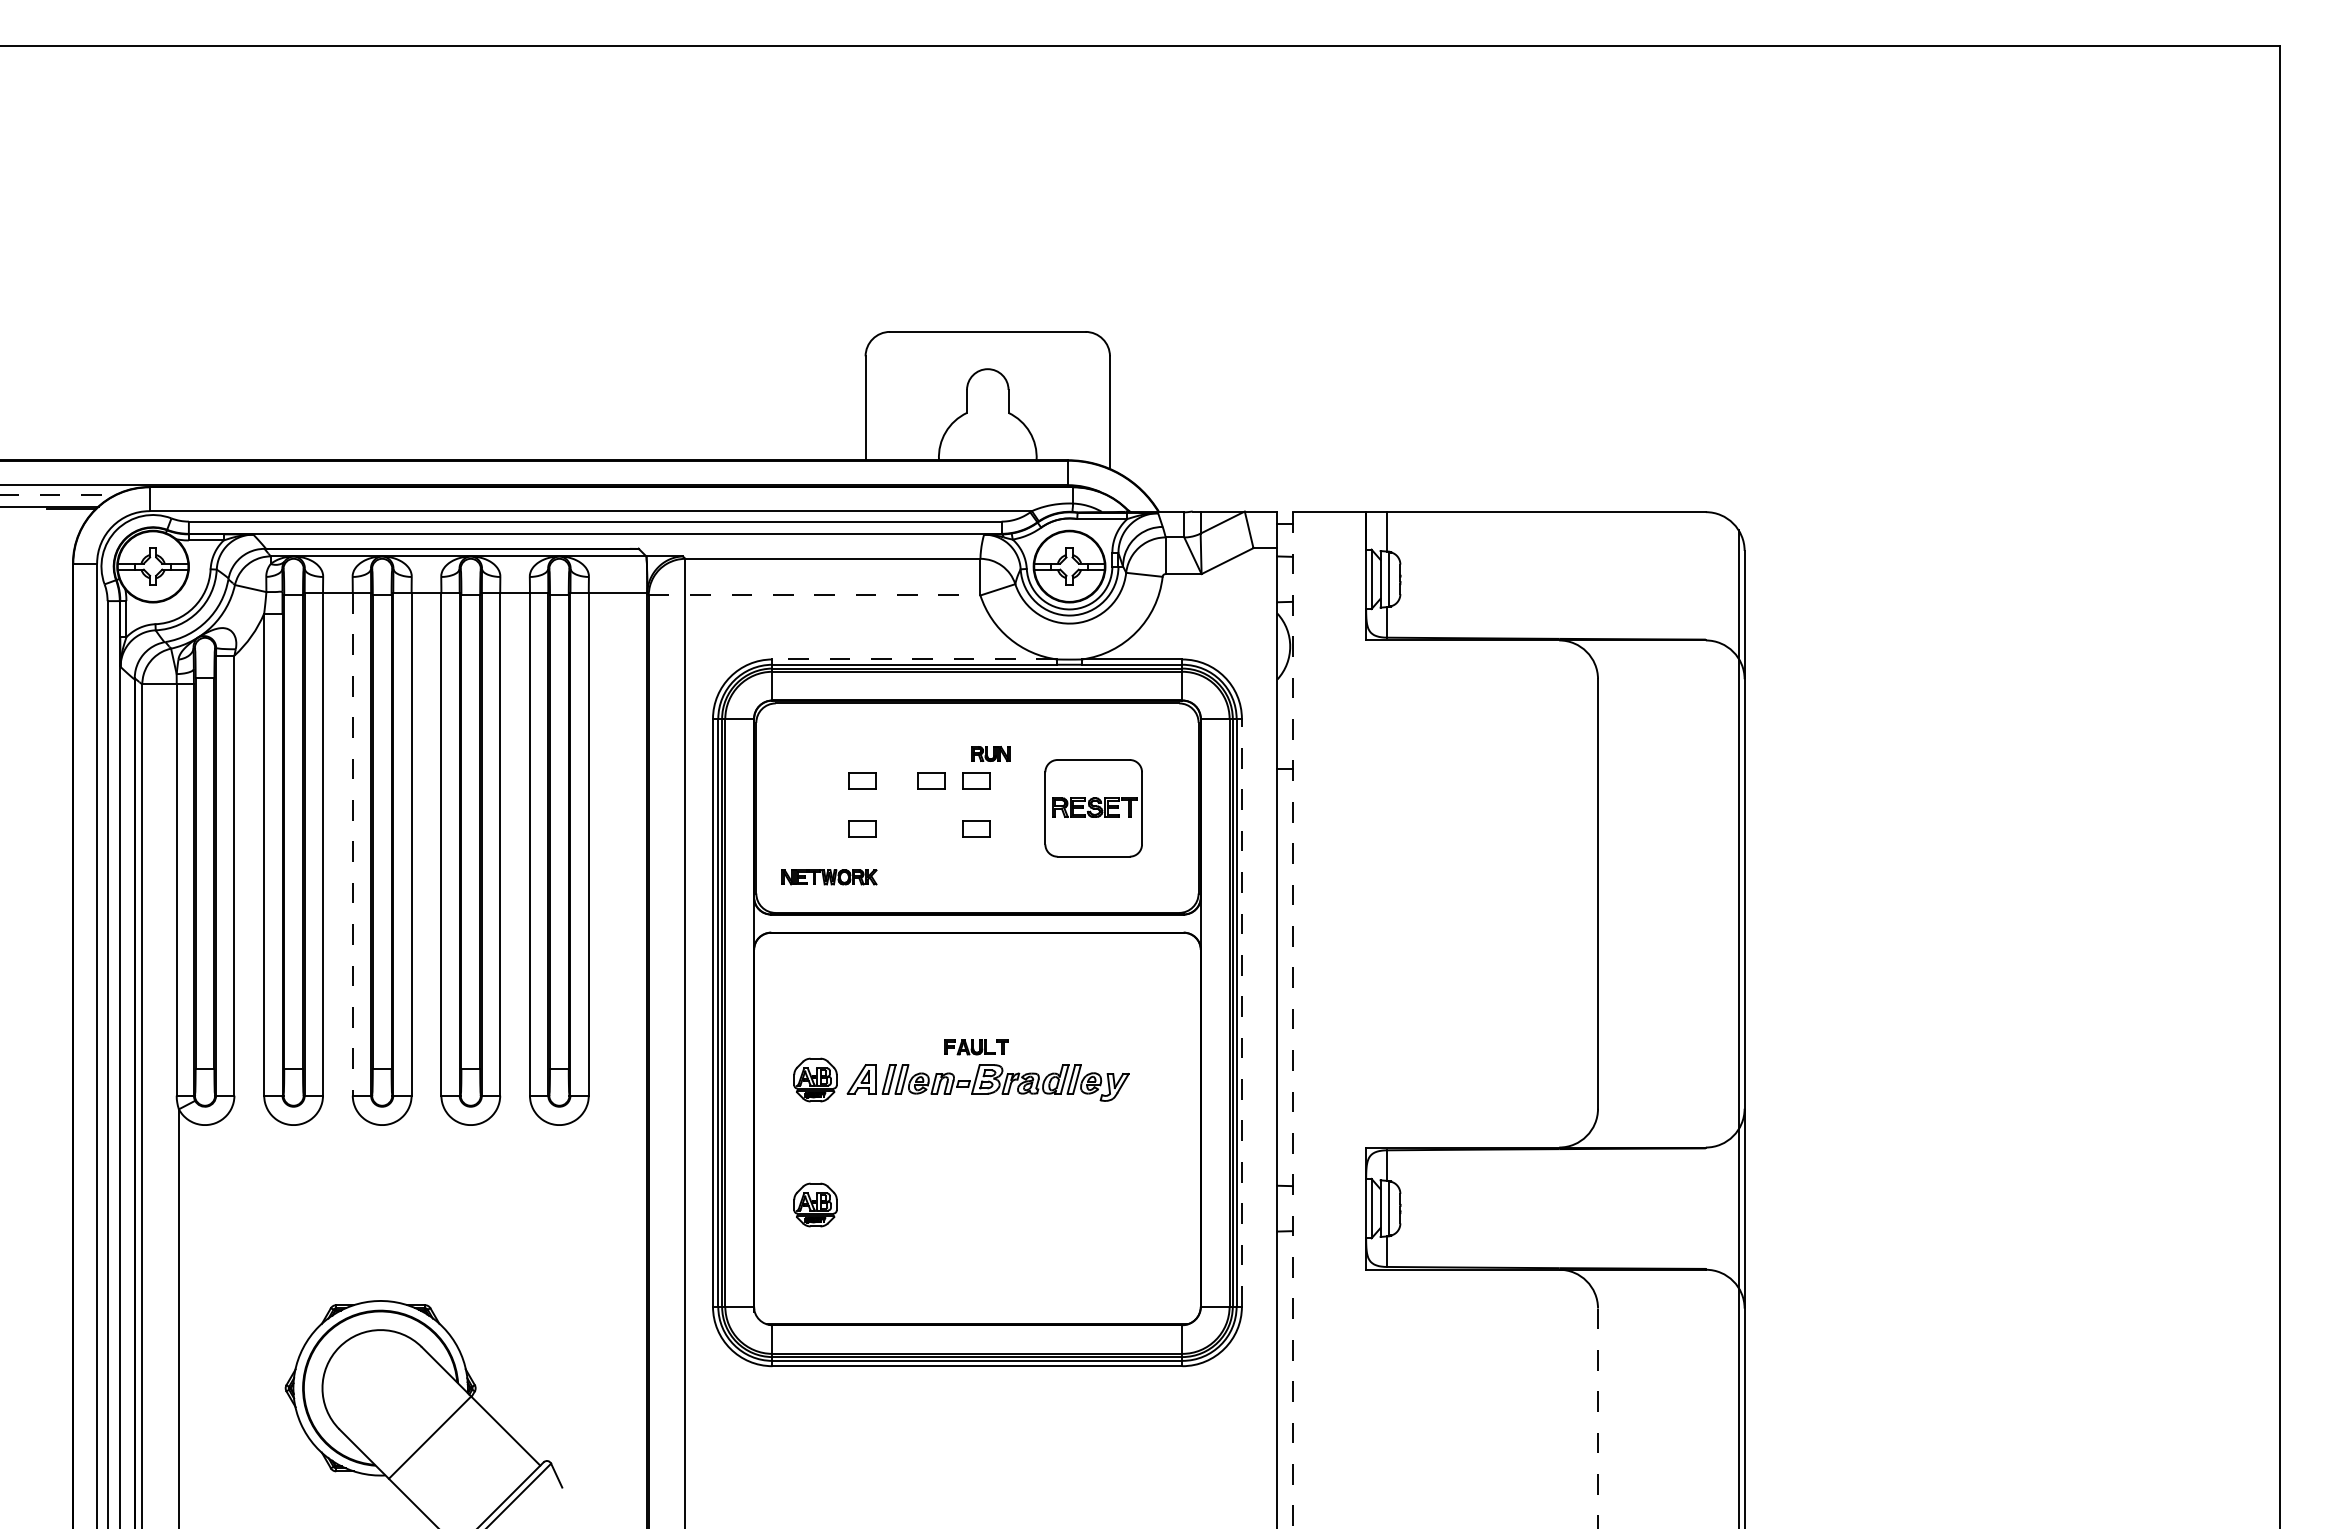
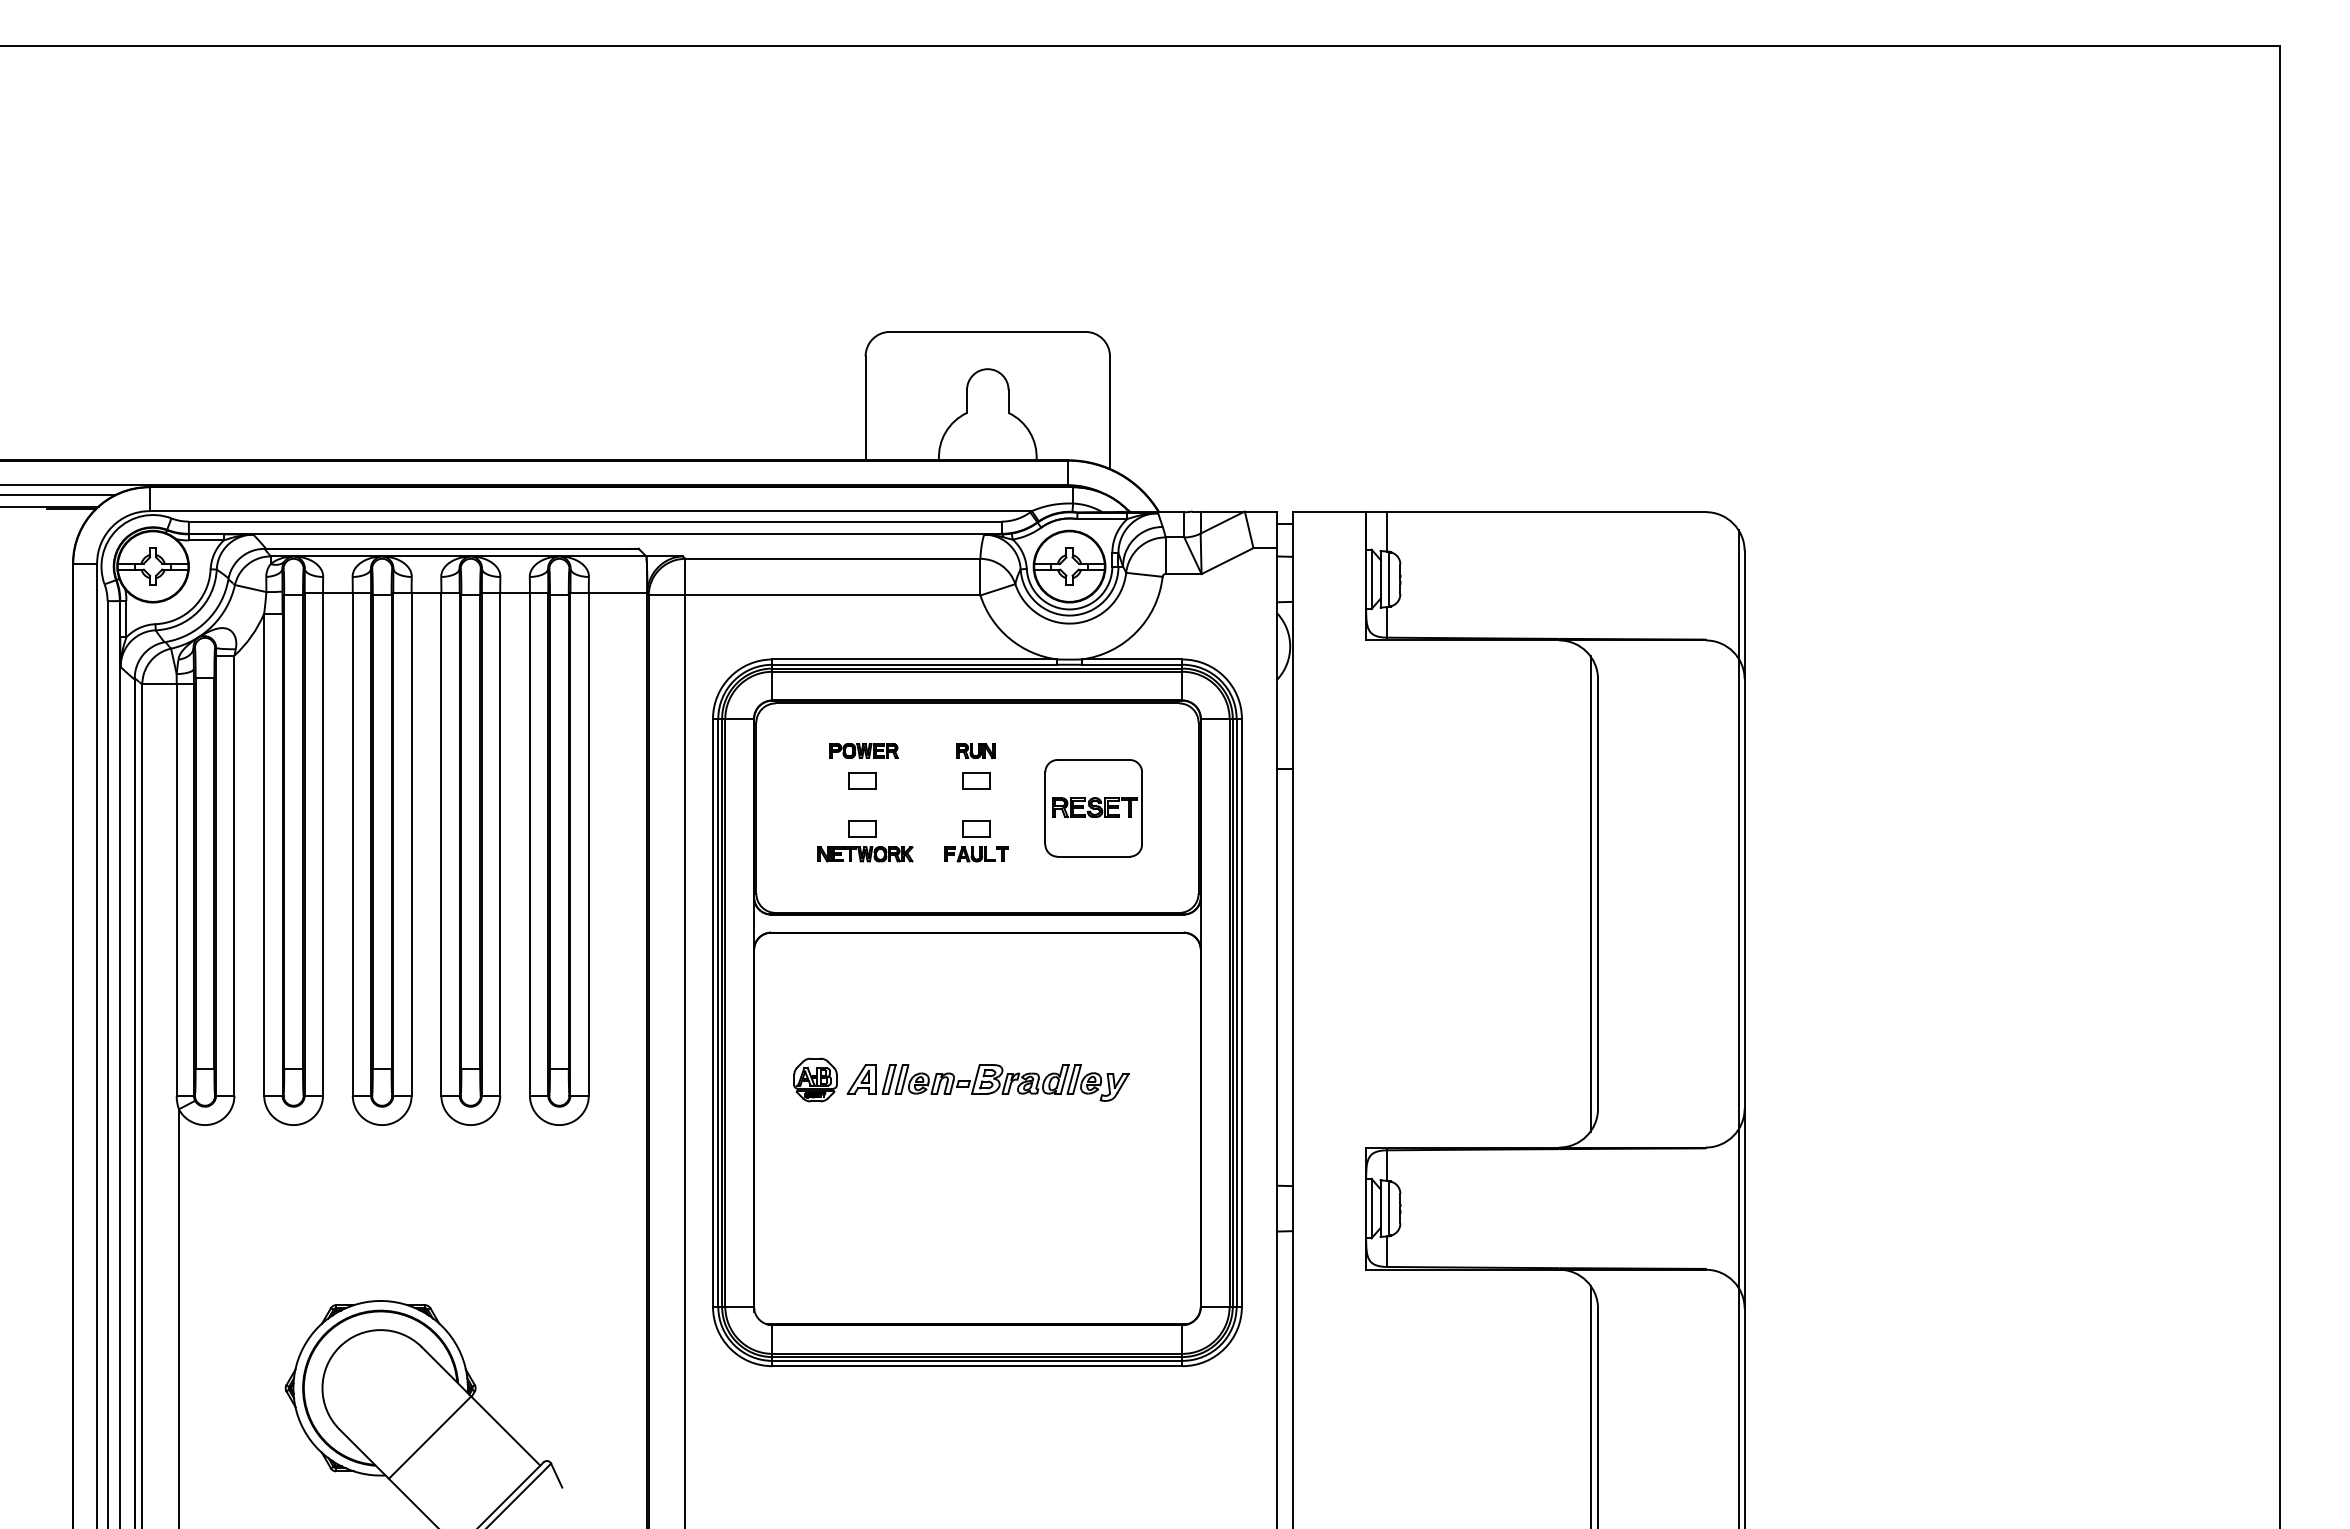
line at (58, 494): dashed -> solid
line at (814, 595): dashed -> solid
line at (914, 659): dashed -> solid
part at (863, 750): none -> present
part at (990, 753) position: (990, 753) -> (975, 750)
part at (931, 780): present -> none
line at (352, 844): dashed -> solid
part at (829, 877) position: (829, 877) -> (865, 854)
line at (1590, 893): none -> present
line at (1241, 1012): dashed -> solid
line at (1292, 1020): dashed -> solid
part at (976, 1047) position: (976, 1047) -> (976, 854)
part at (815, 1204): present -> none
line at (1590, 1405): none -> present
line at (1598, 1418): dashed -> solid
